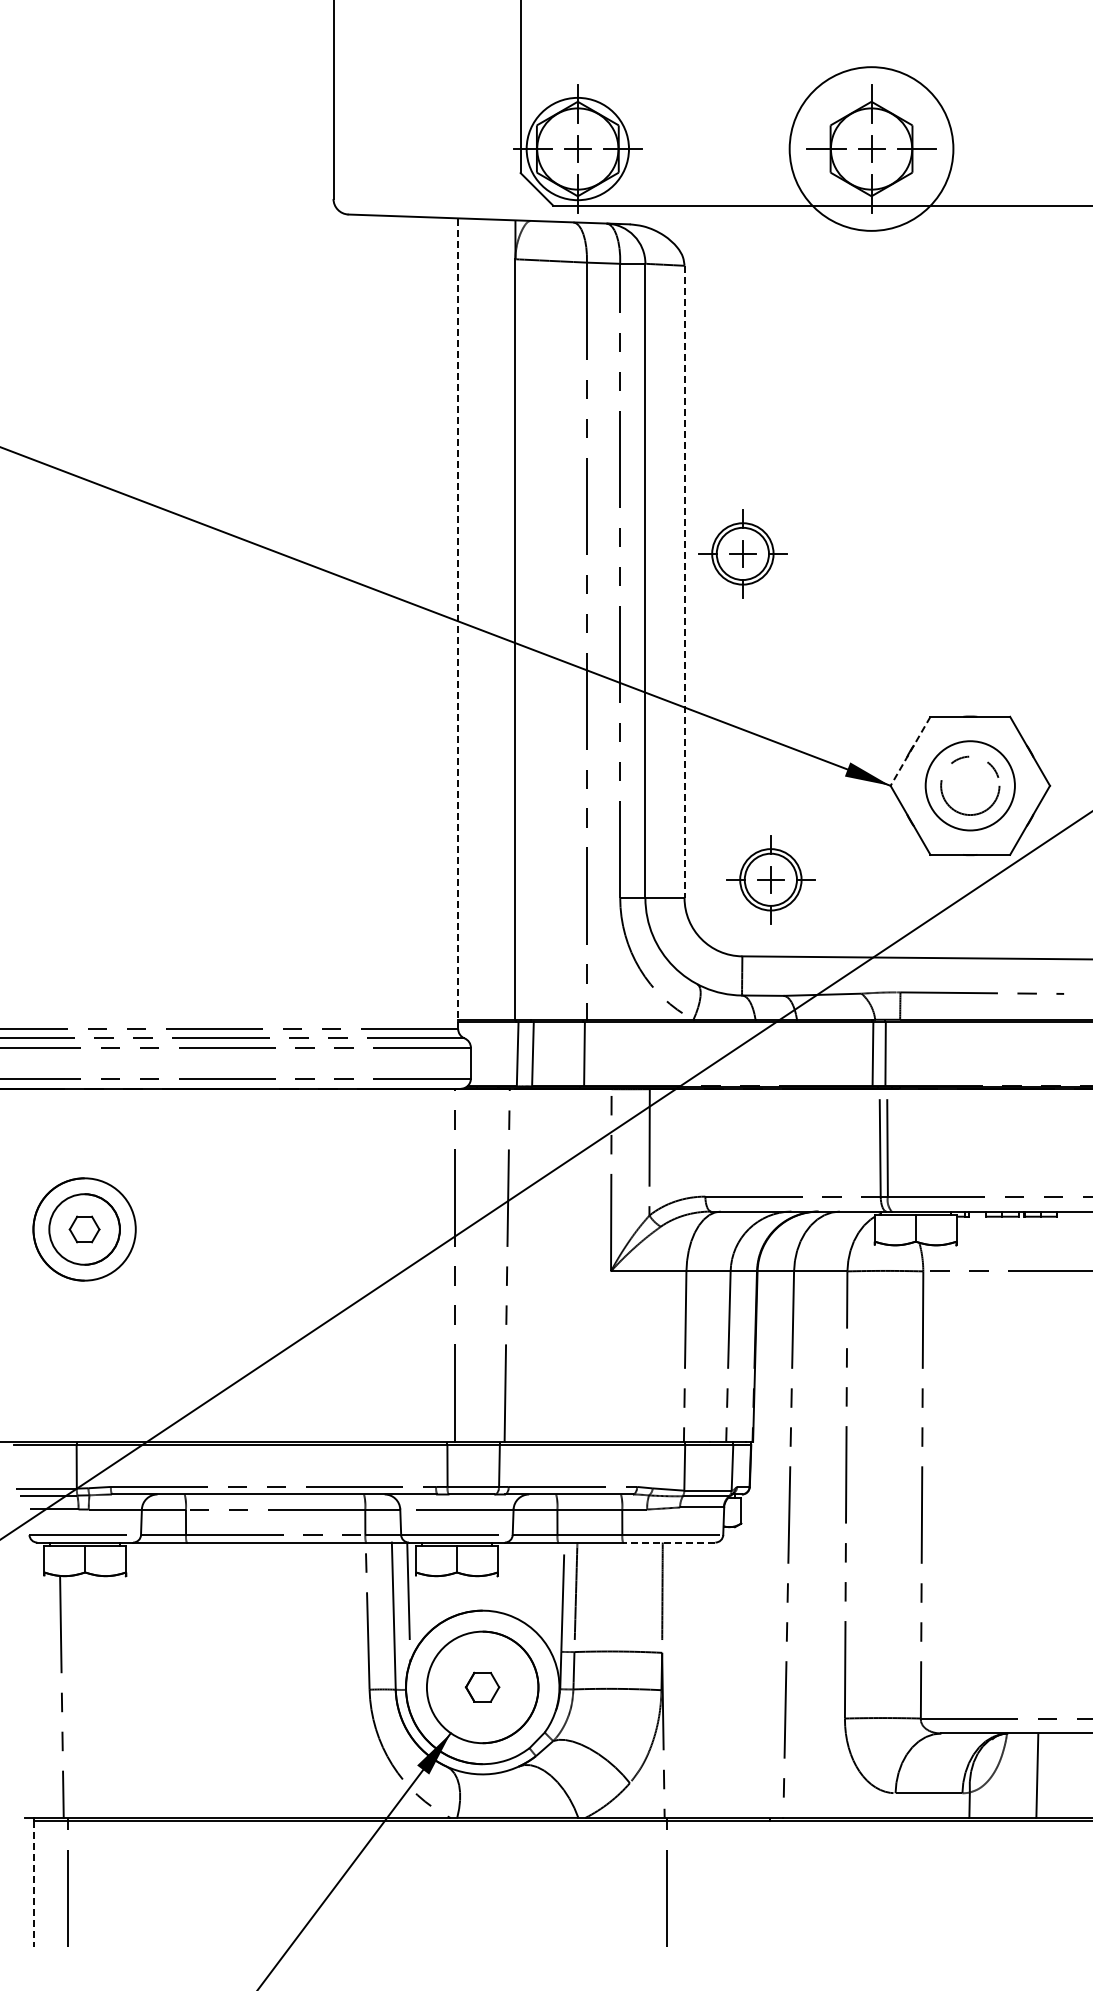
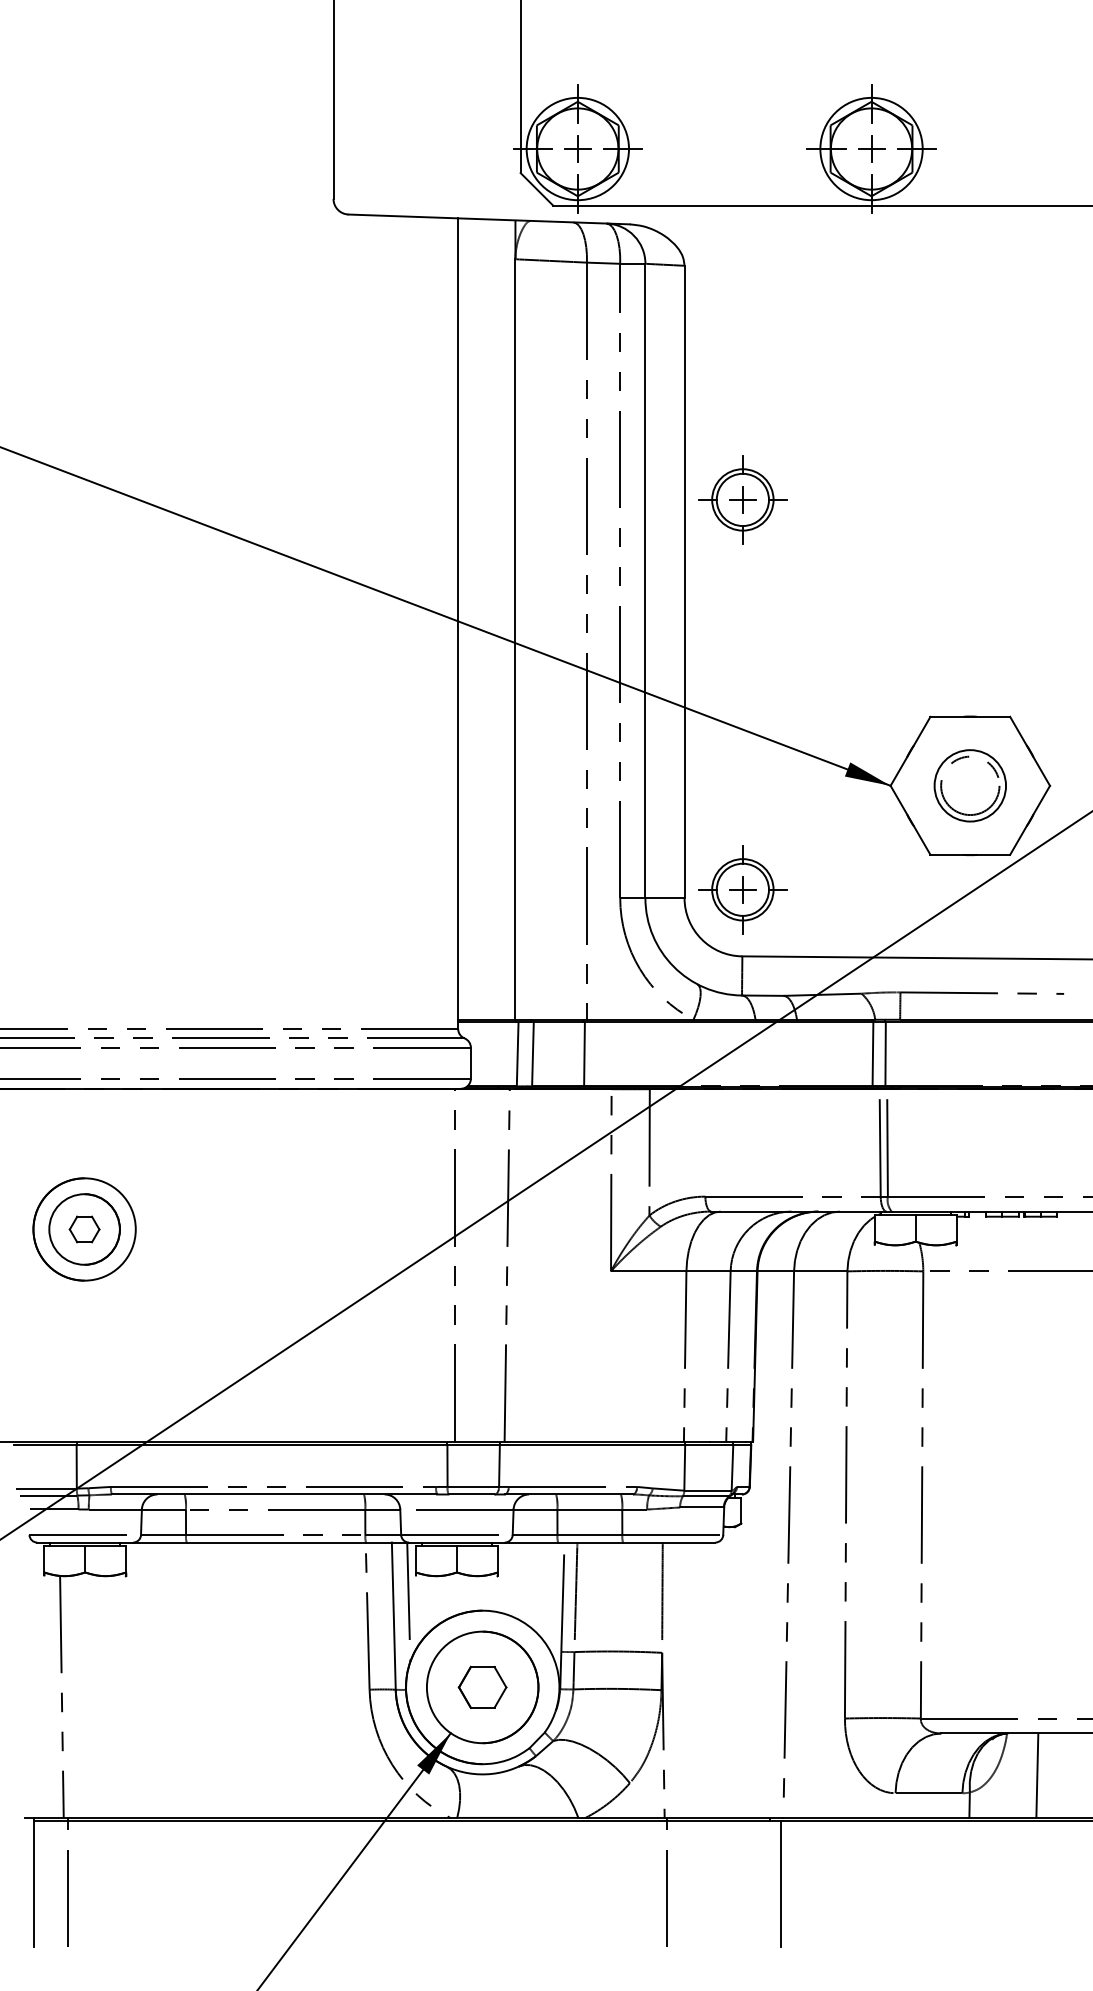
circle at (871, 148) diameter: 164 px -> 102 px
part at (742, 553) position: (742, 553) -> (742, 499)
line at (684, 582): dashed -> solid
line at (458, 623): dashed -> solid
line at (910, 751): dashed -> solid
circle at (969, 785) diameter: 89 px -> 71 px
part at (770, 879) position: (770, 879) -> (742, 889)
line at (668, 1542): dashed -> solid
part at (482, 1686) size: 37x32 px -> 51x44 px
line at (780, 1883): none -> present
line at (33, 1884): dashed -> solid
